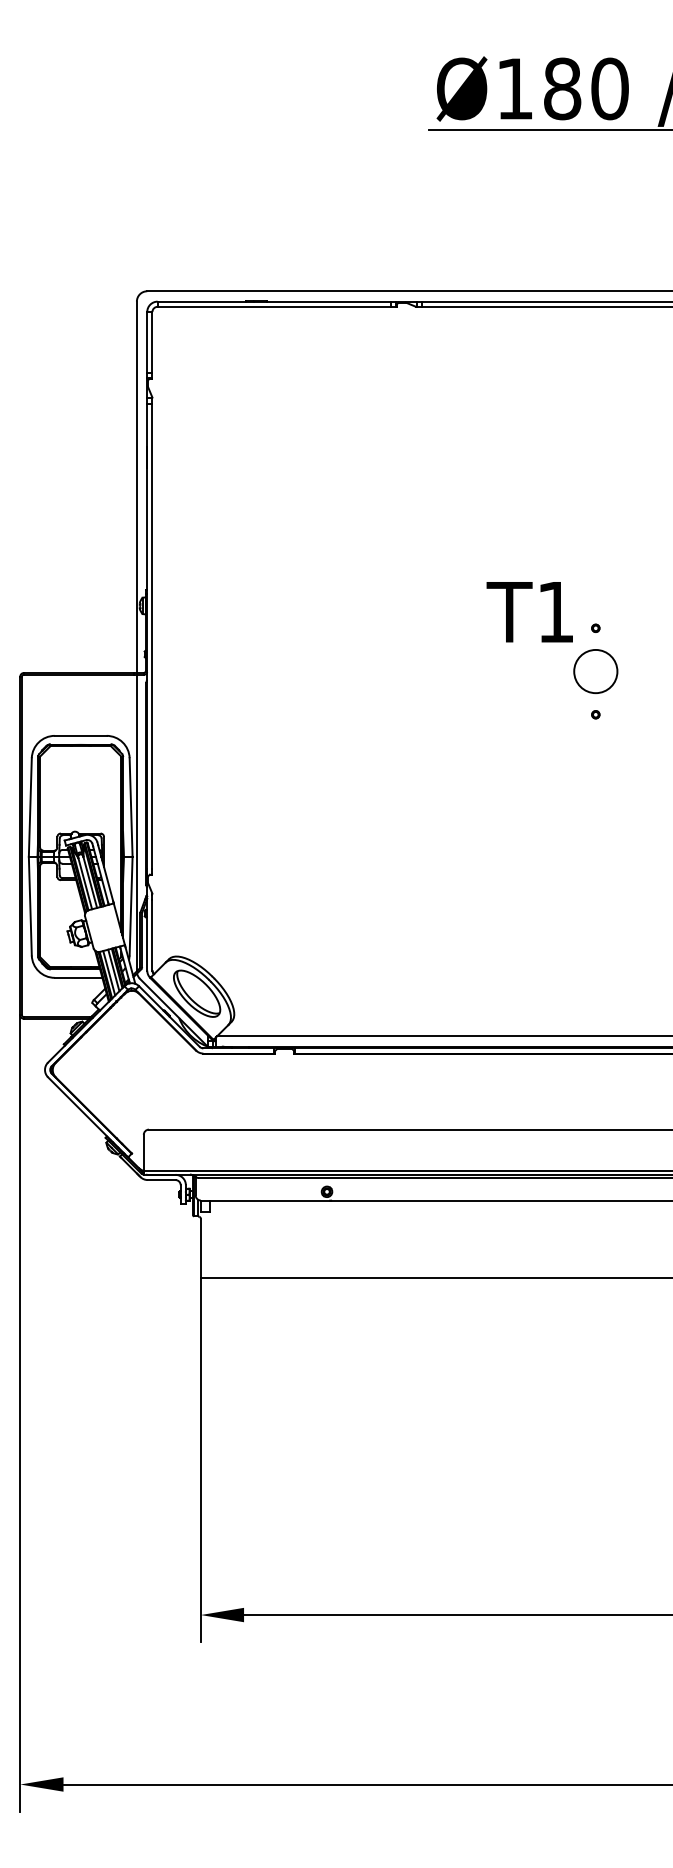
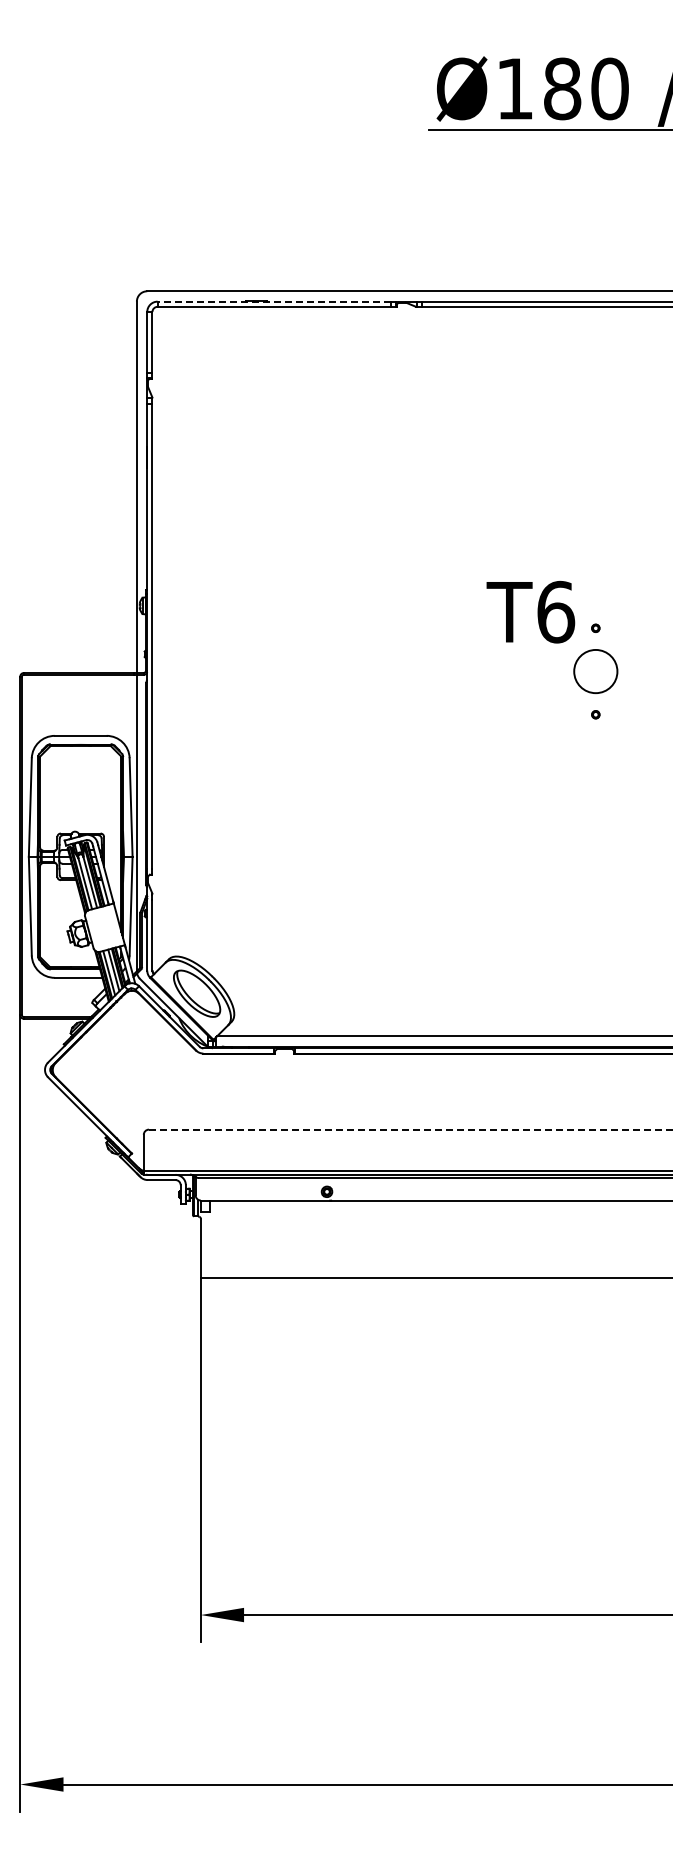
line at (274, 301): solid -> dashed
text at (556, 611): T1 -> T6
line at (410, 1129): solid -> dashed
